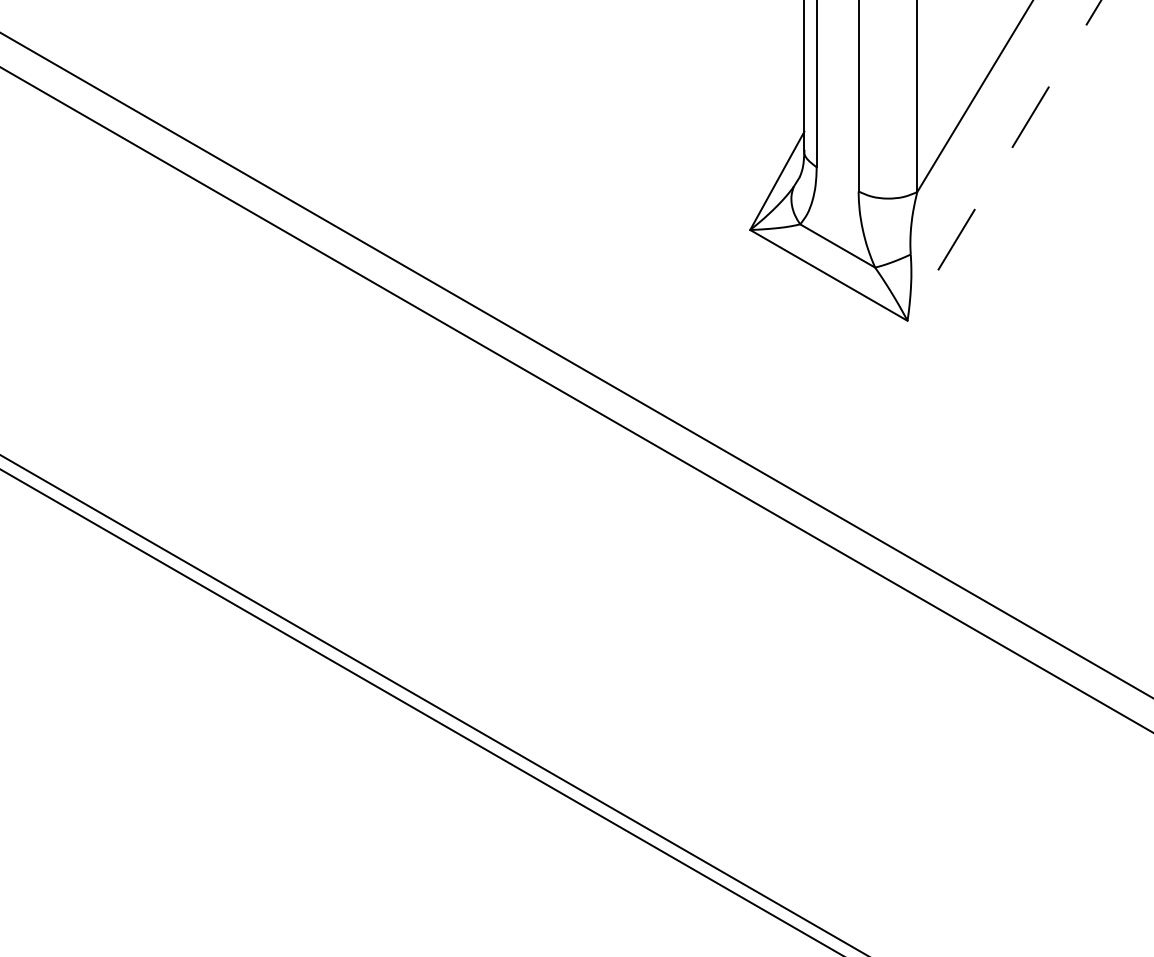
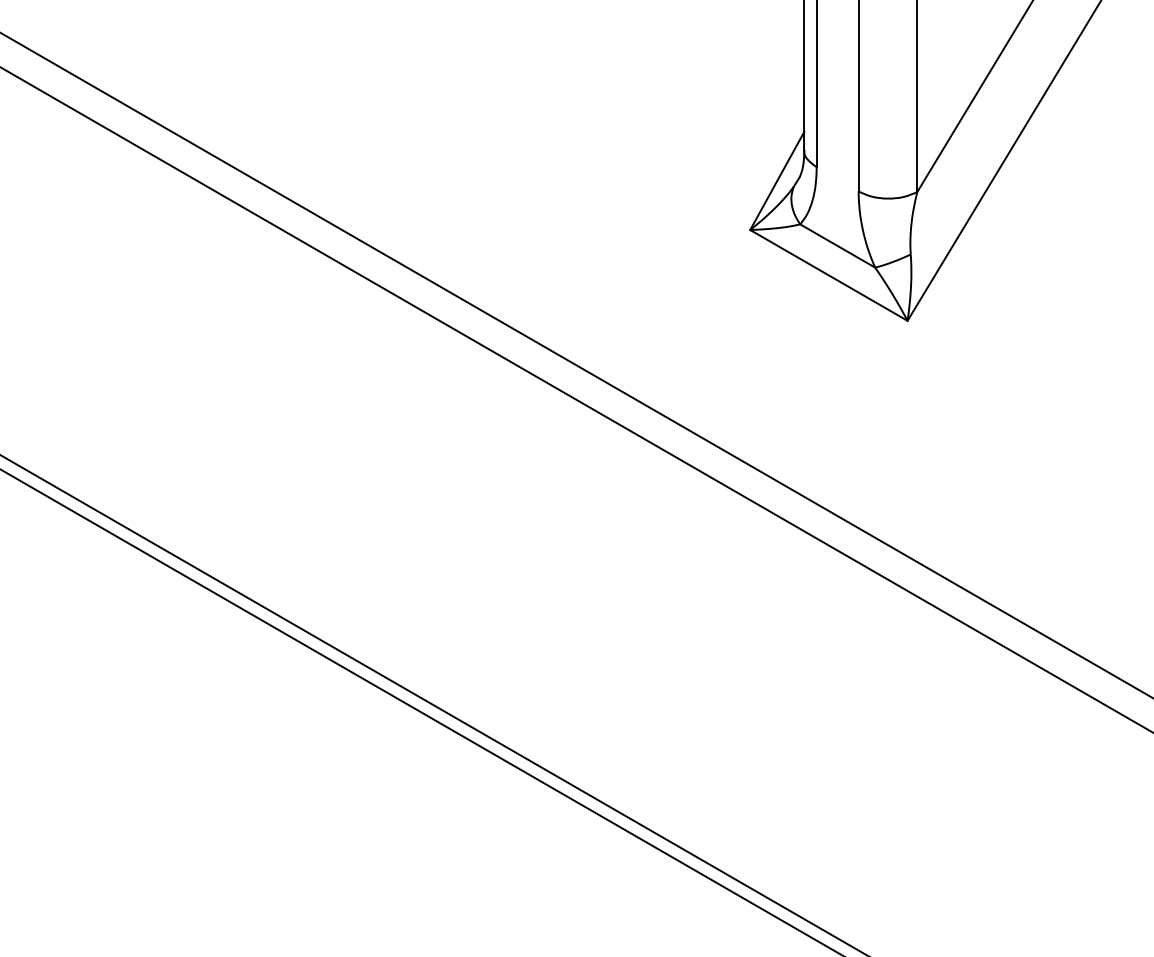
line at (1004, 160): dashed -> solid
